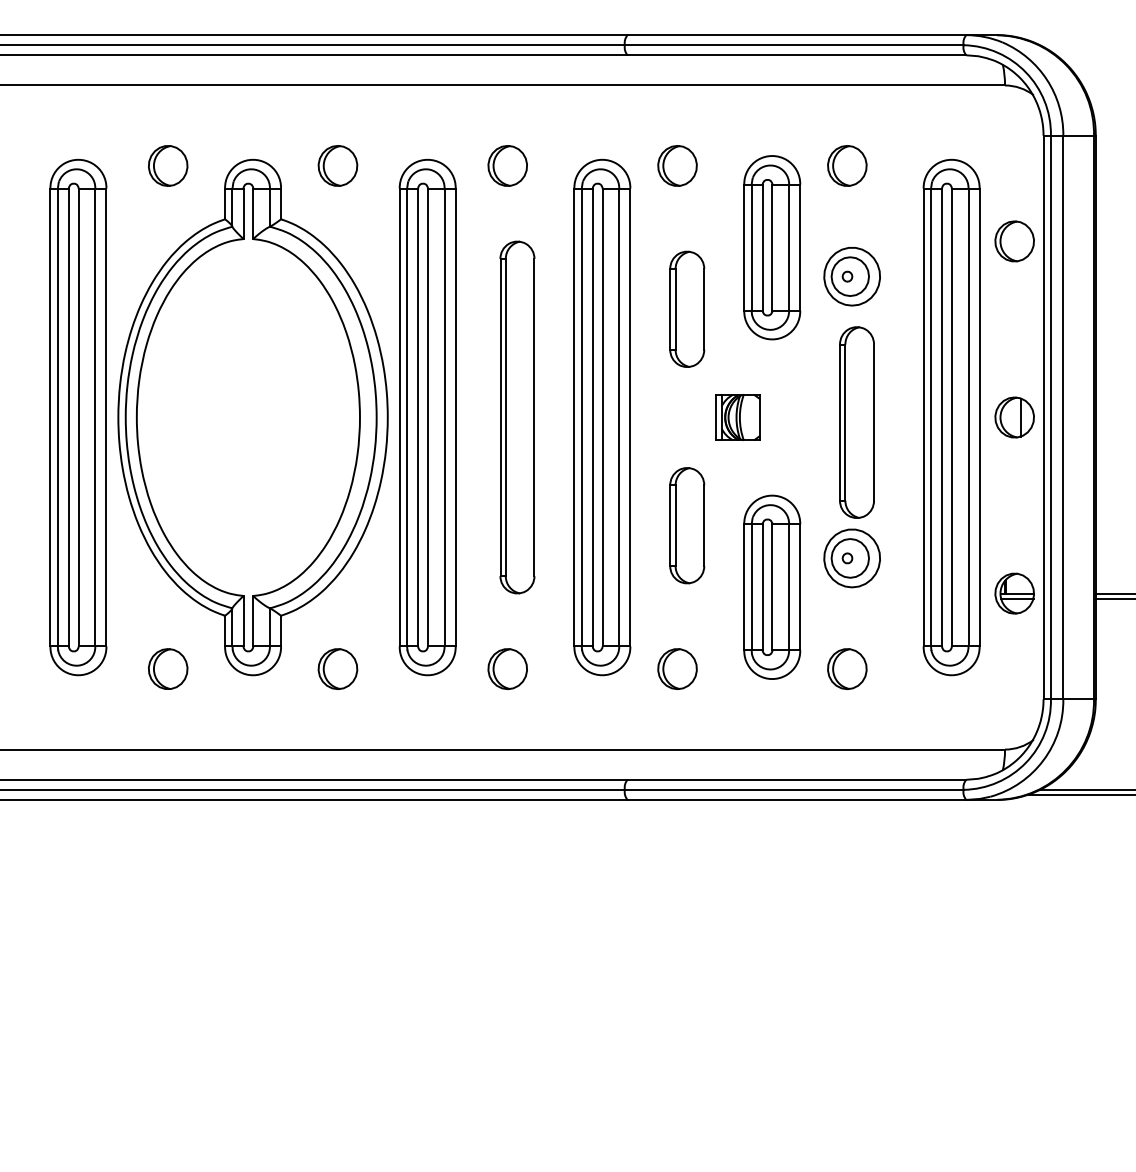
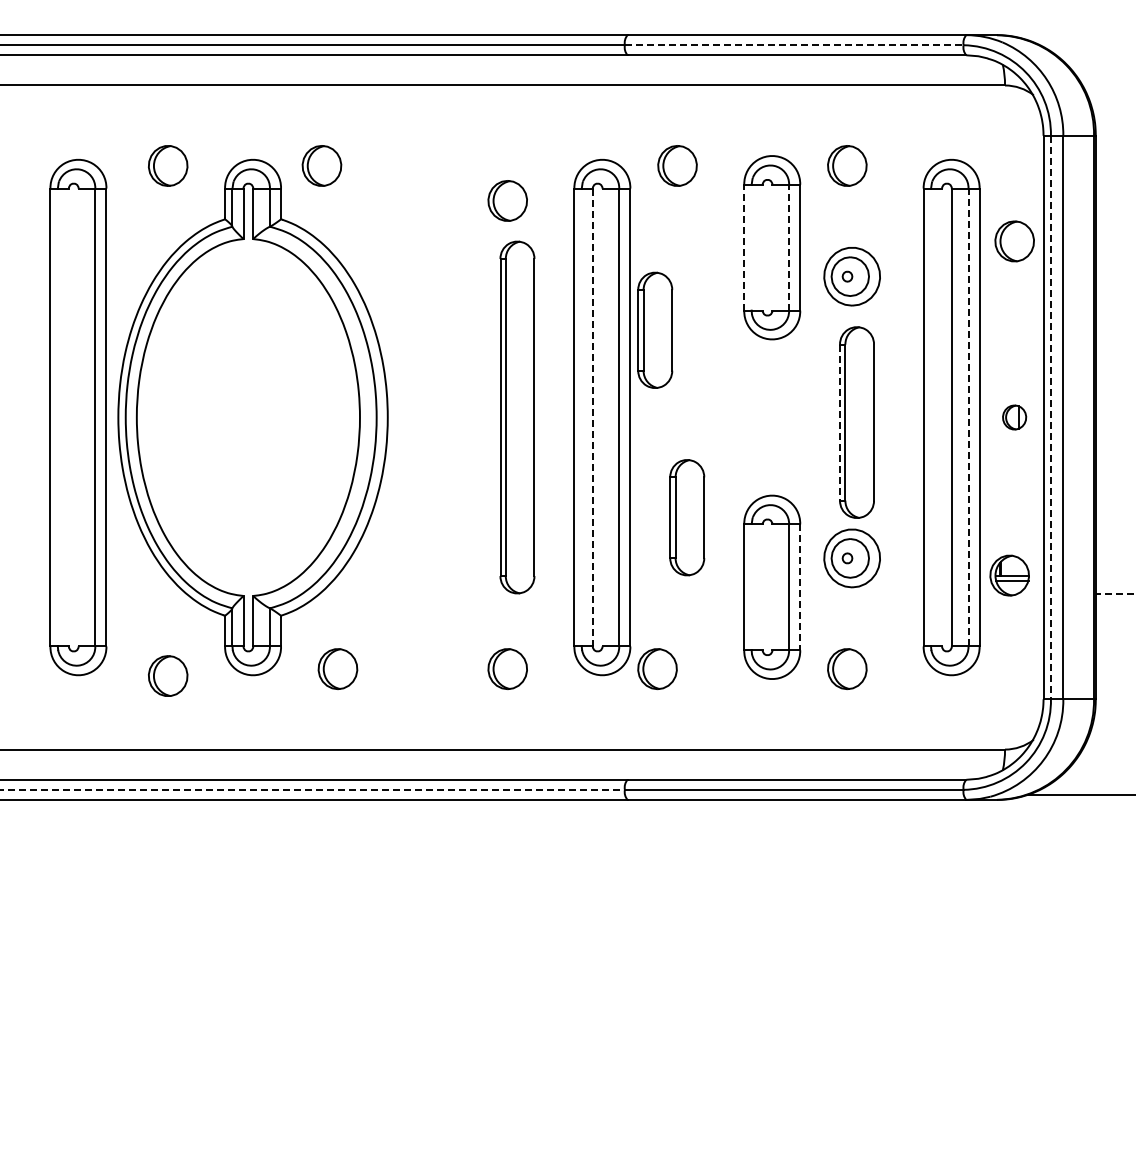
line at (794, 45): solid -> dashed
part at (337, 165) position: (337, 165) -> (321, 165)
part at (507, 165) position: (507, 165) -> (507, 200)
line at (744, 247): solid -> dashed
line at (751, 247): present -> none
line at (762, 247): present -> none
line at (772, 247): present -> none
line at (789, 247): solid -> dashed
part at (687, 308) position: (687, 308) -> (655, 329)
line at (57, 417): present -> none
line at (68, 417): present -> none
line at (78, 417): present -> none
part at (427, 417): present -> none
line at (581, 417): present -> none
line at (592, 417): solid -> dashed
line at (602, 417): present -> none
part at (737, 417): present -> none
line at (931, 417): present -> none
line at (942, 417): present -> none
line at (968, 417): solid -> dashed
part at (1014, 417) size: 41x43 px -> 26x27 px
line at (1050, 417): solid -> dashed
line at (840, 422): solid -> dashed
part at (687, 525) position: (687, 525) -> (687, 517)
line at (751, 587): present -> none
line at (762, 587): present -> none
line at (772, 587): present -> none
line at (800, 587): solid -> dashed
part at (1014, 593) position: (1014, 593) -> (1009, 575)
line at (1115, 593): solid -> dashed
line at (1113, 598): present -> none
part at (168, 668) position: (168, 668) -> (168, 675)
part at (677, 668) position: (677, 668) -> (657, 668)
line at (313, 789): solid -> dashed
line at (1085, 789): present -> none
